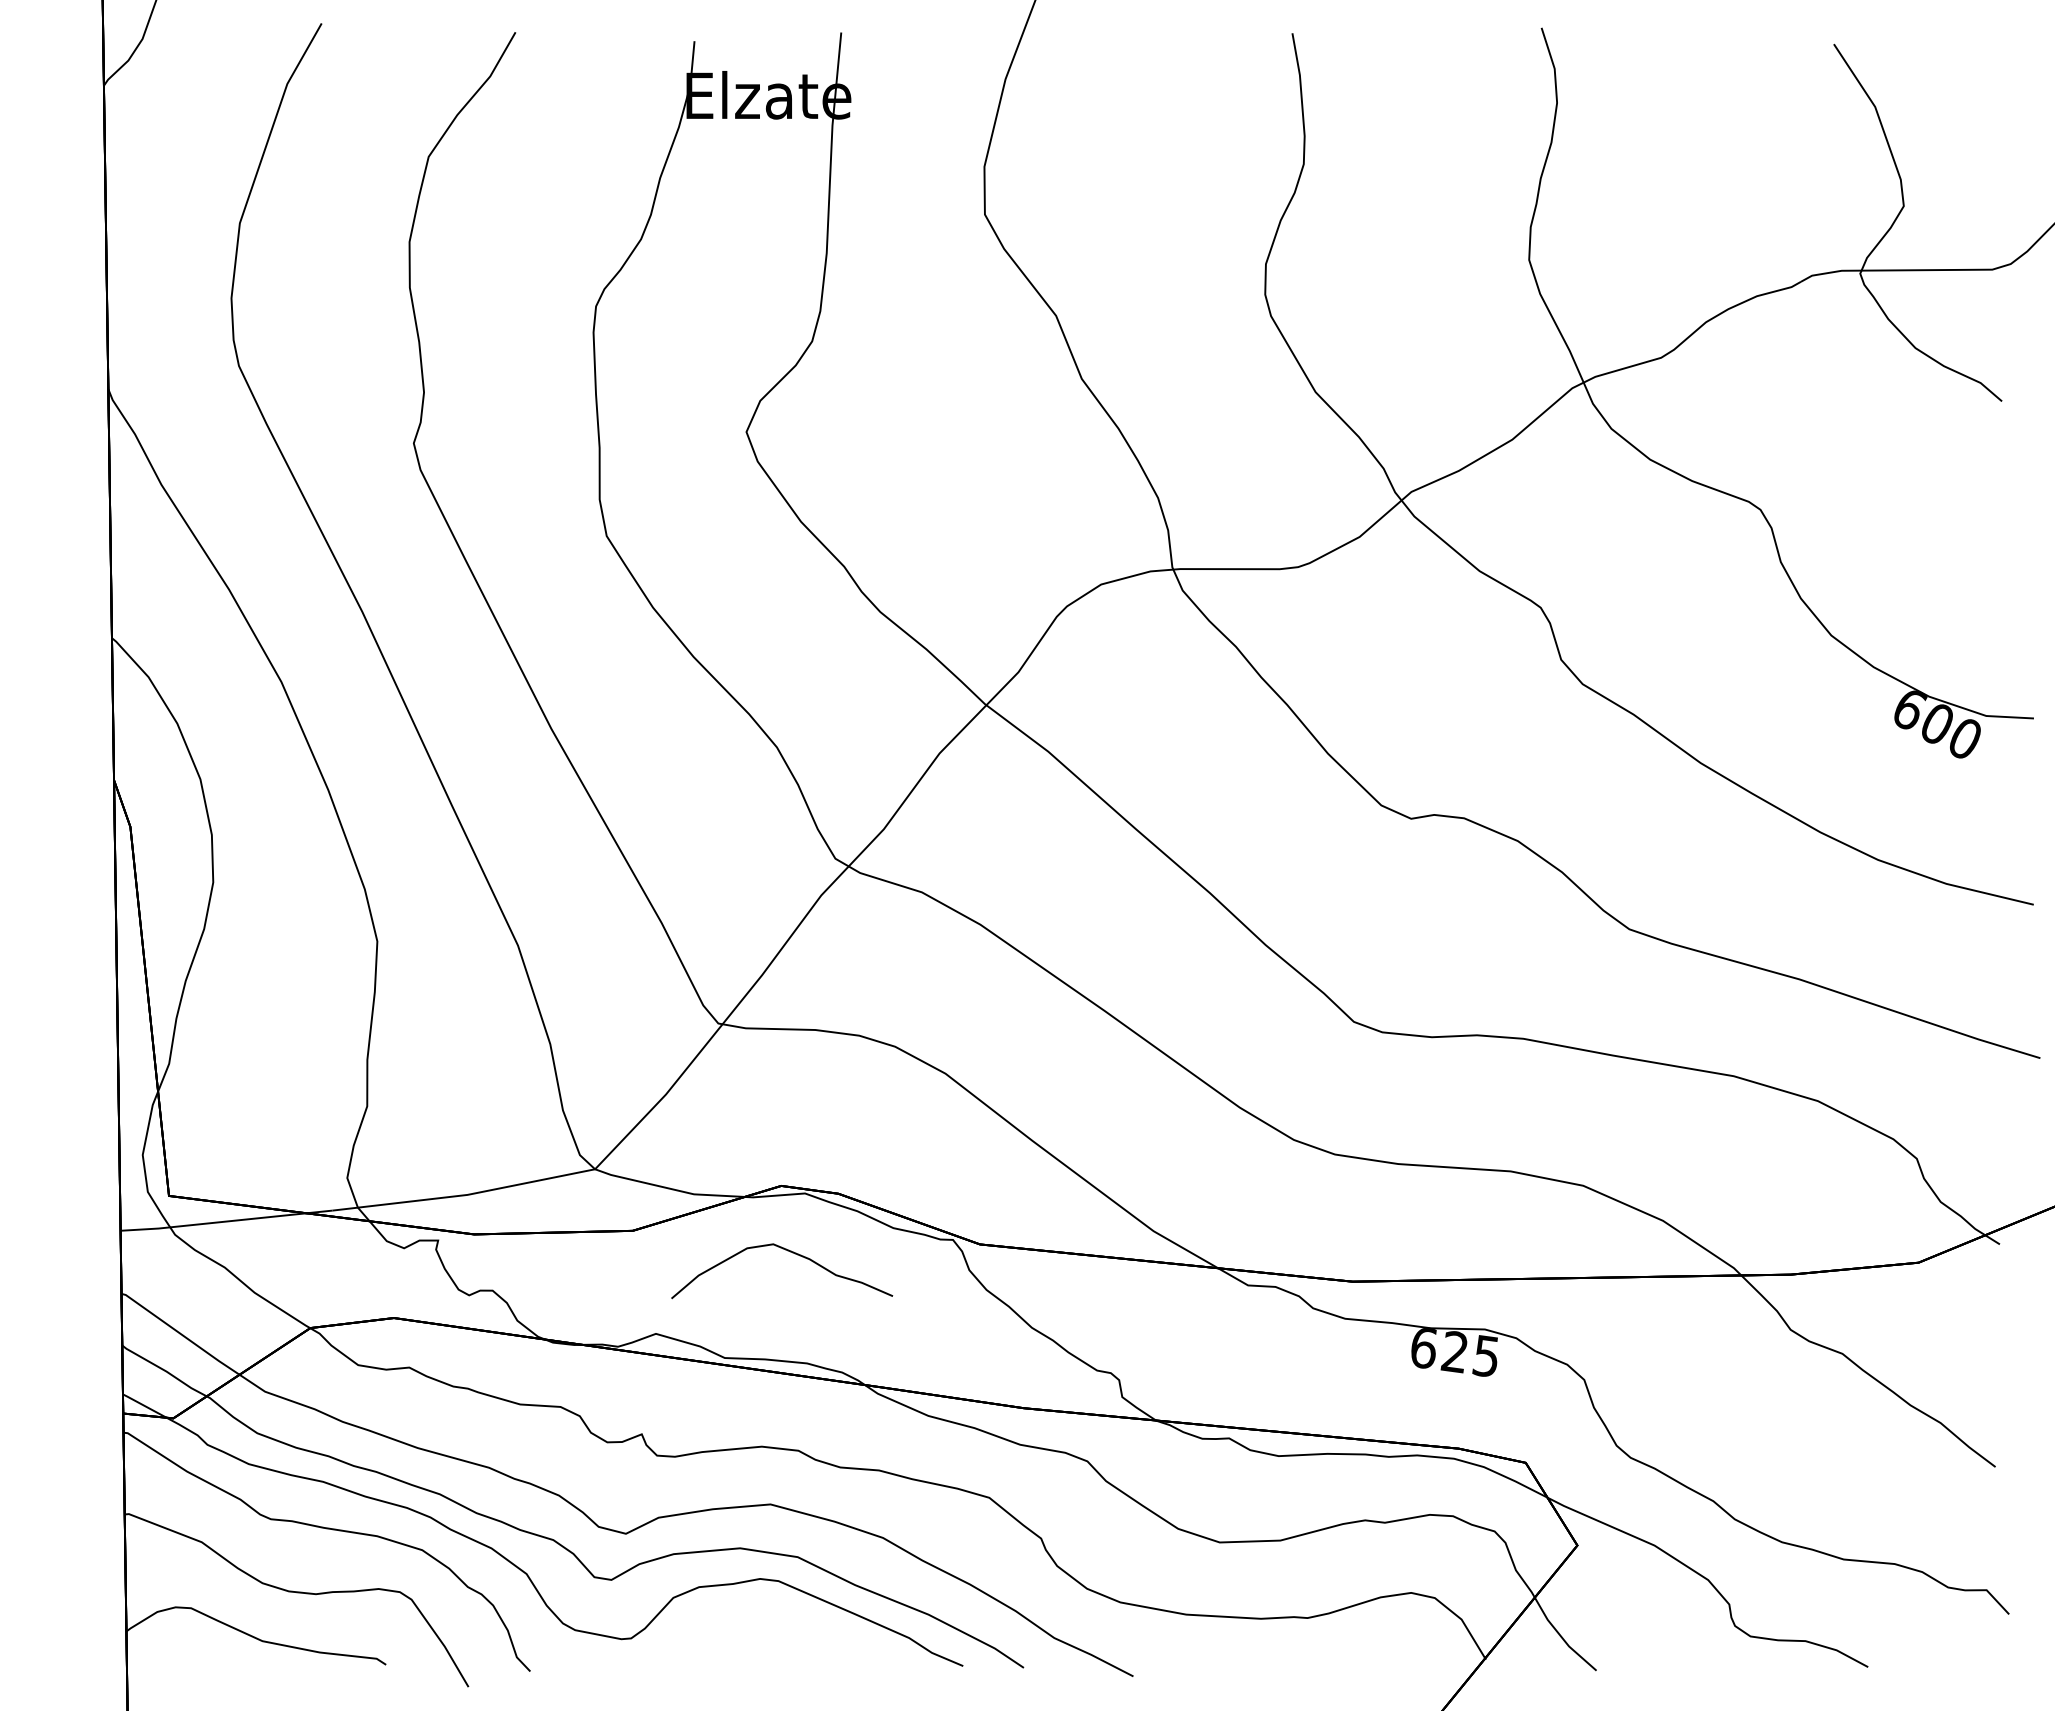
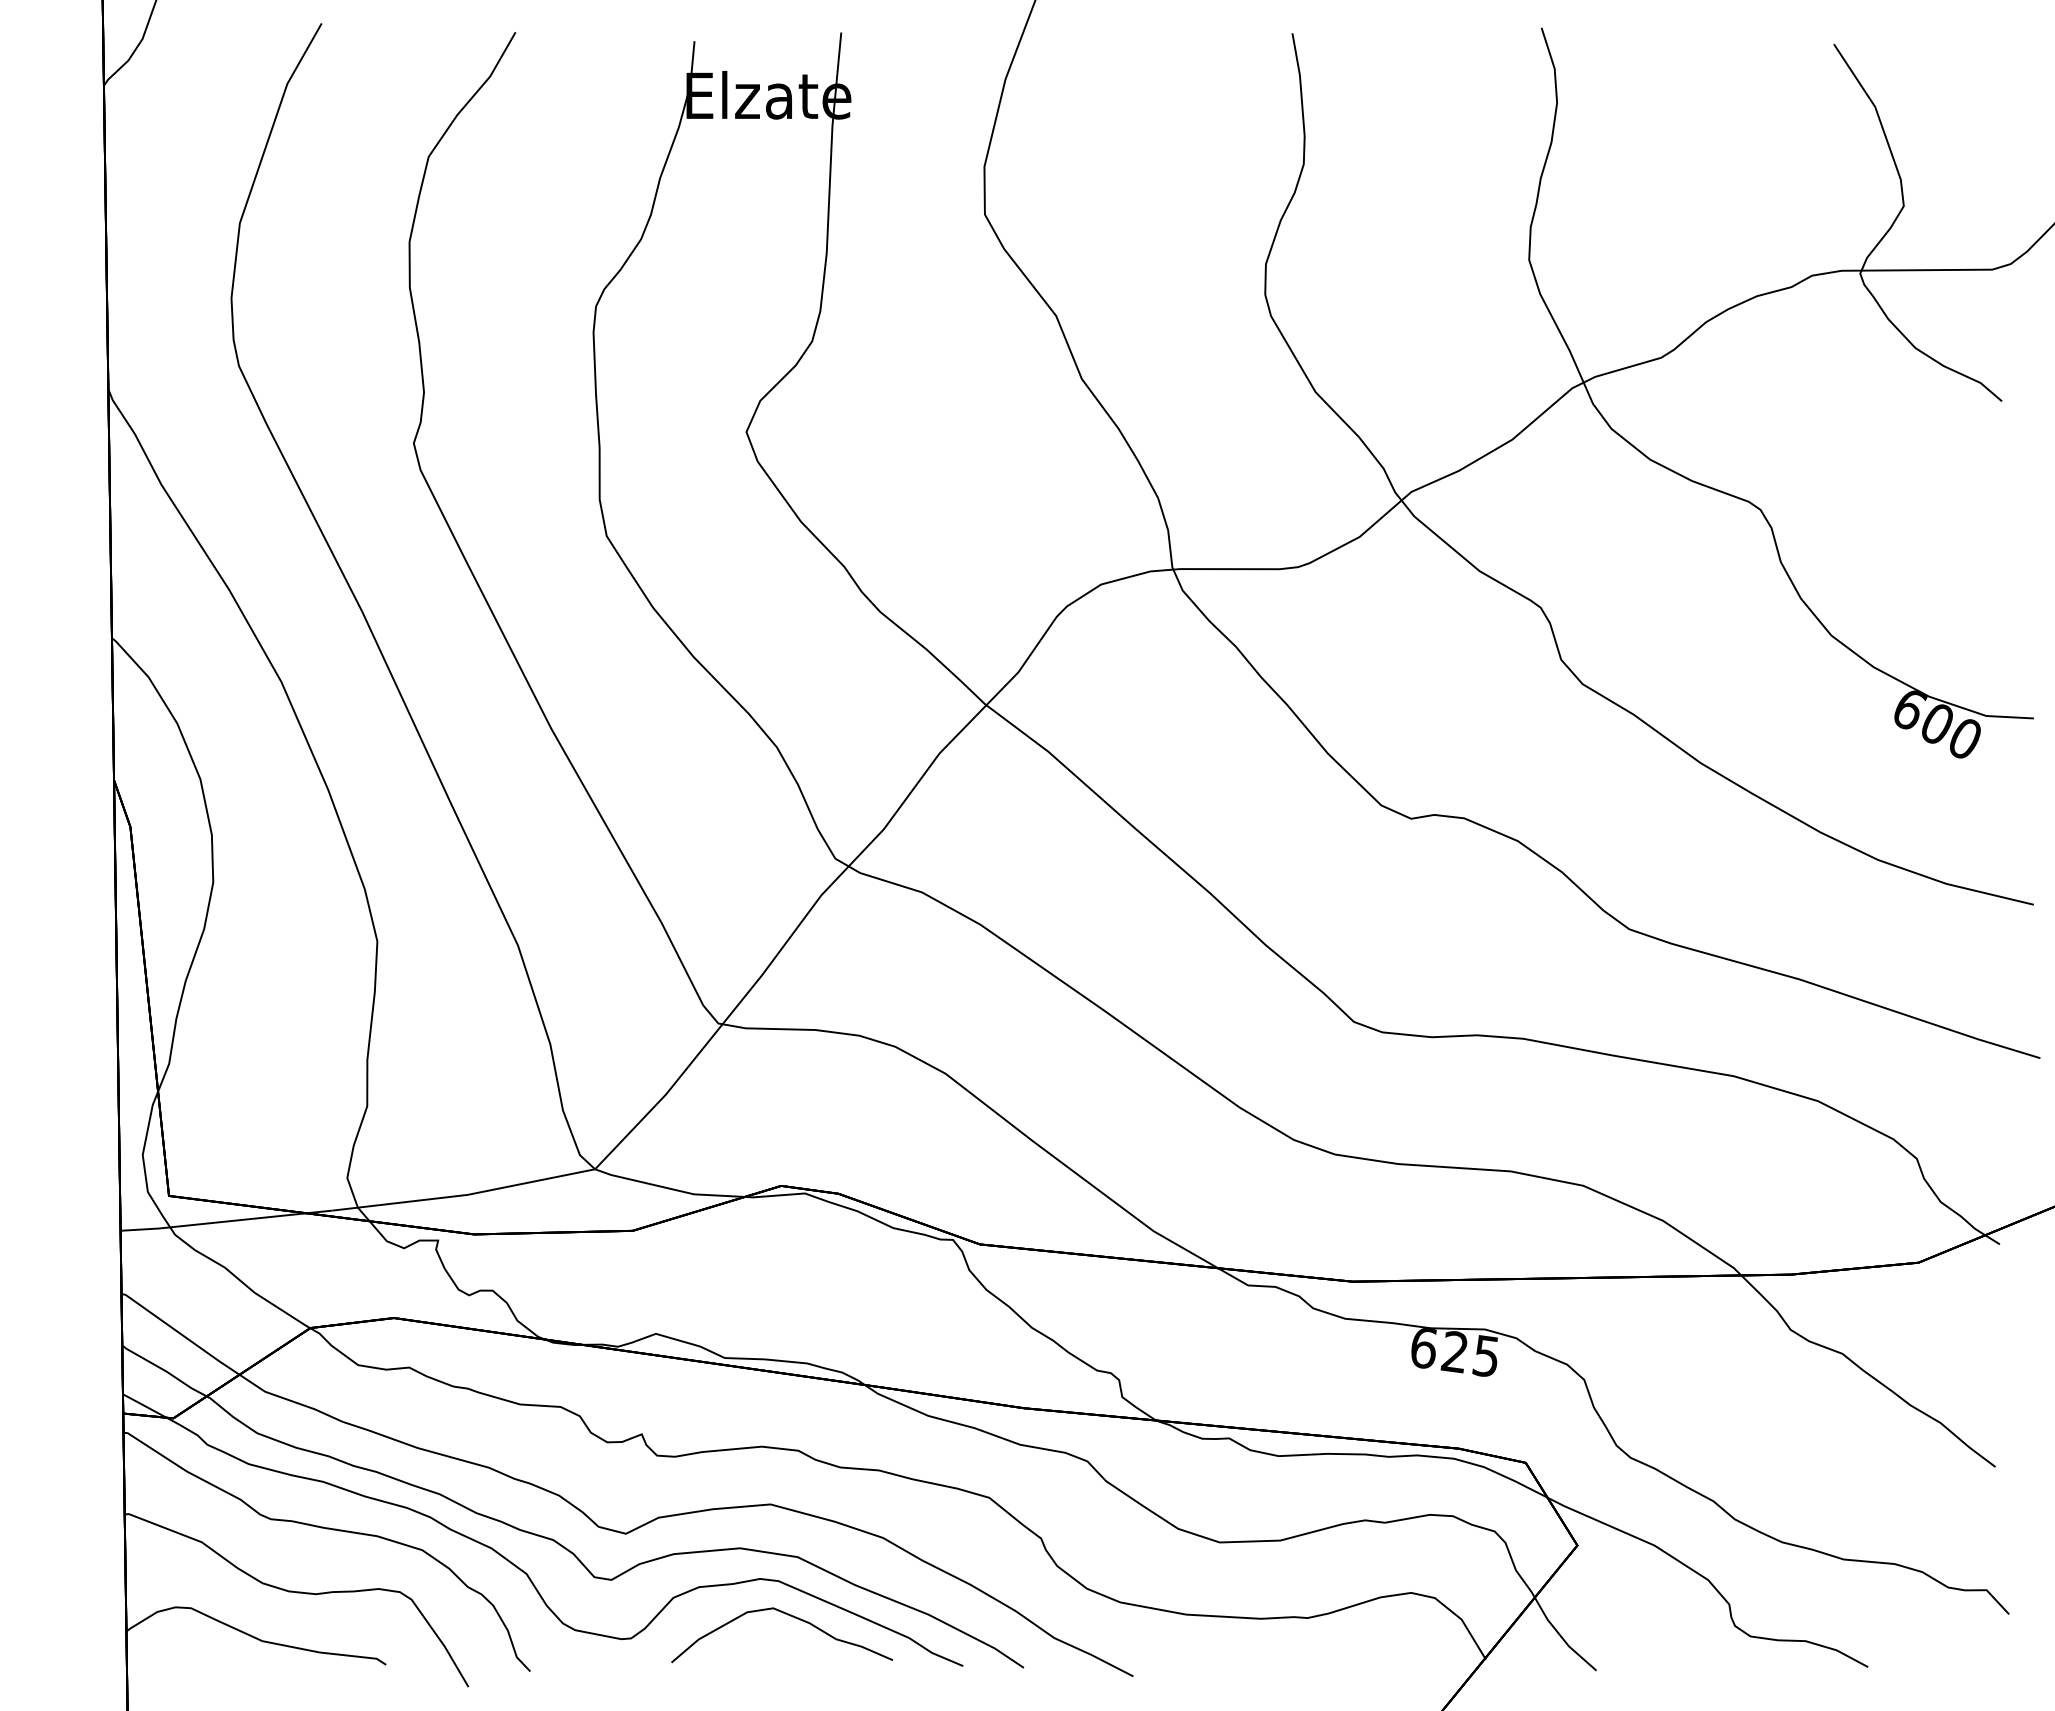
curve at (792, 1253) position: (792, 1253) -> (792, 1617)
